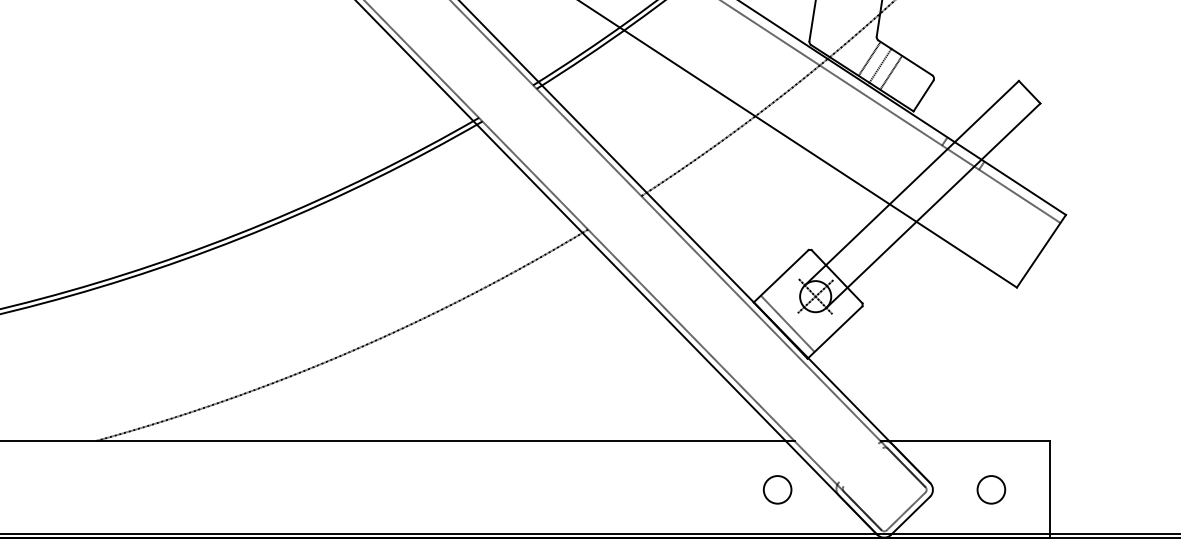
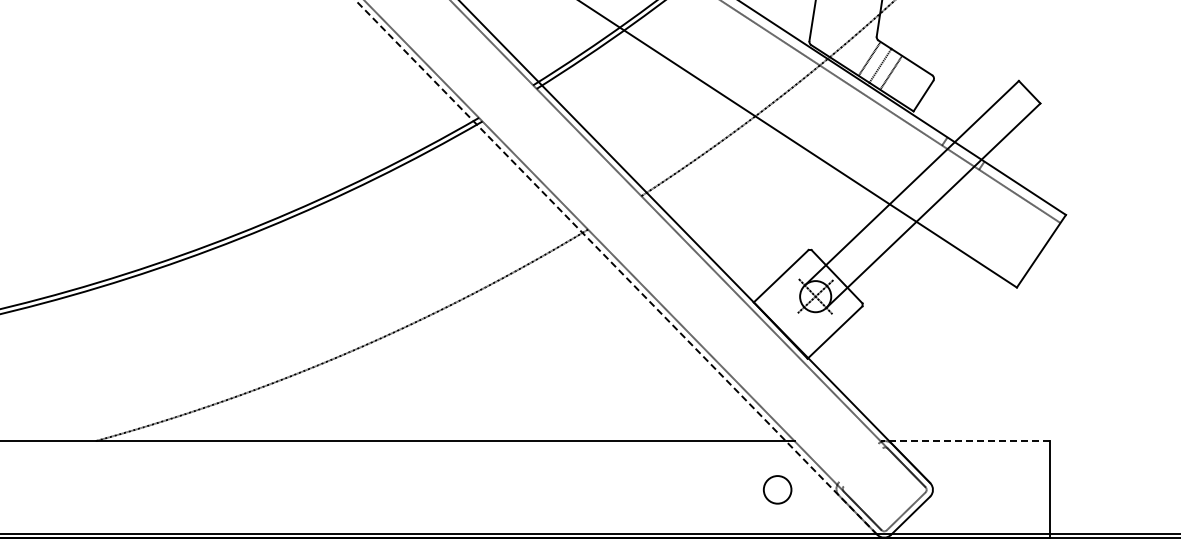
line at (616, 267): solid -> dashed
line at (787, 323): present -> none
line at (965, 441): solid -> dashed
circle at (991, 489): present -> none
